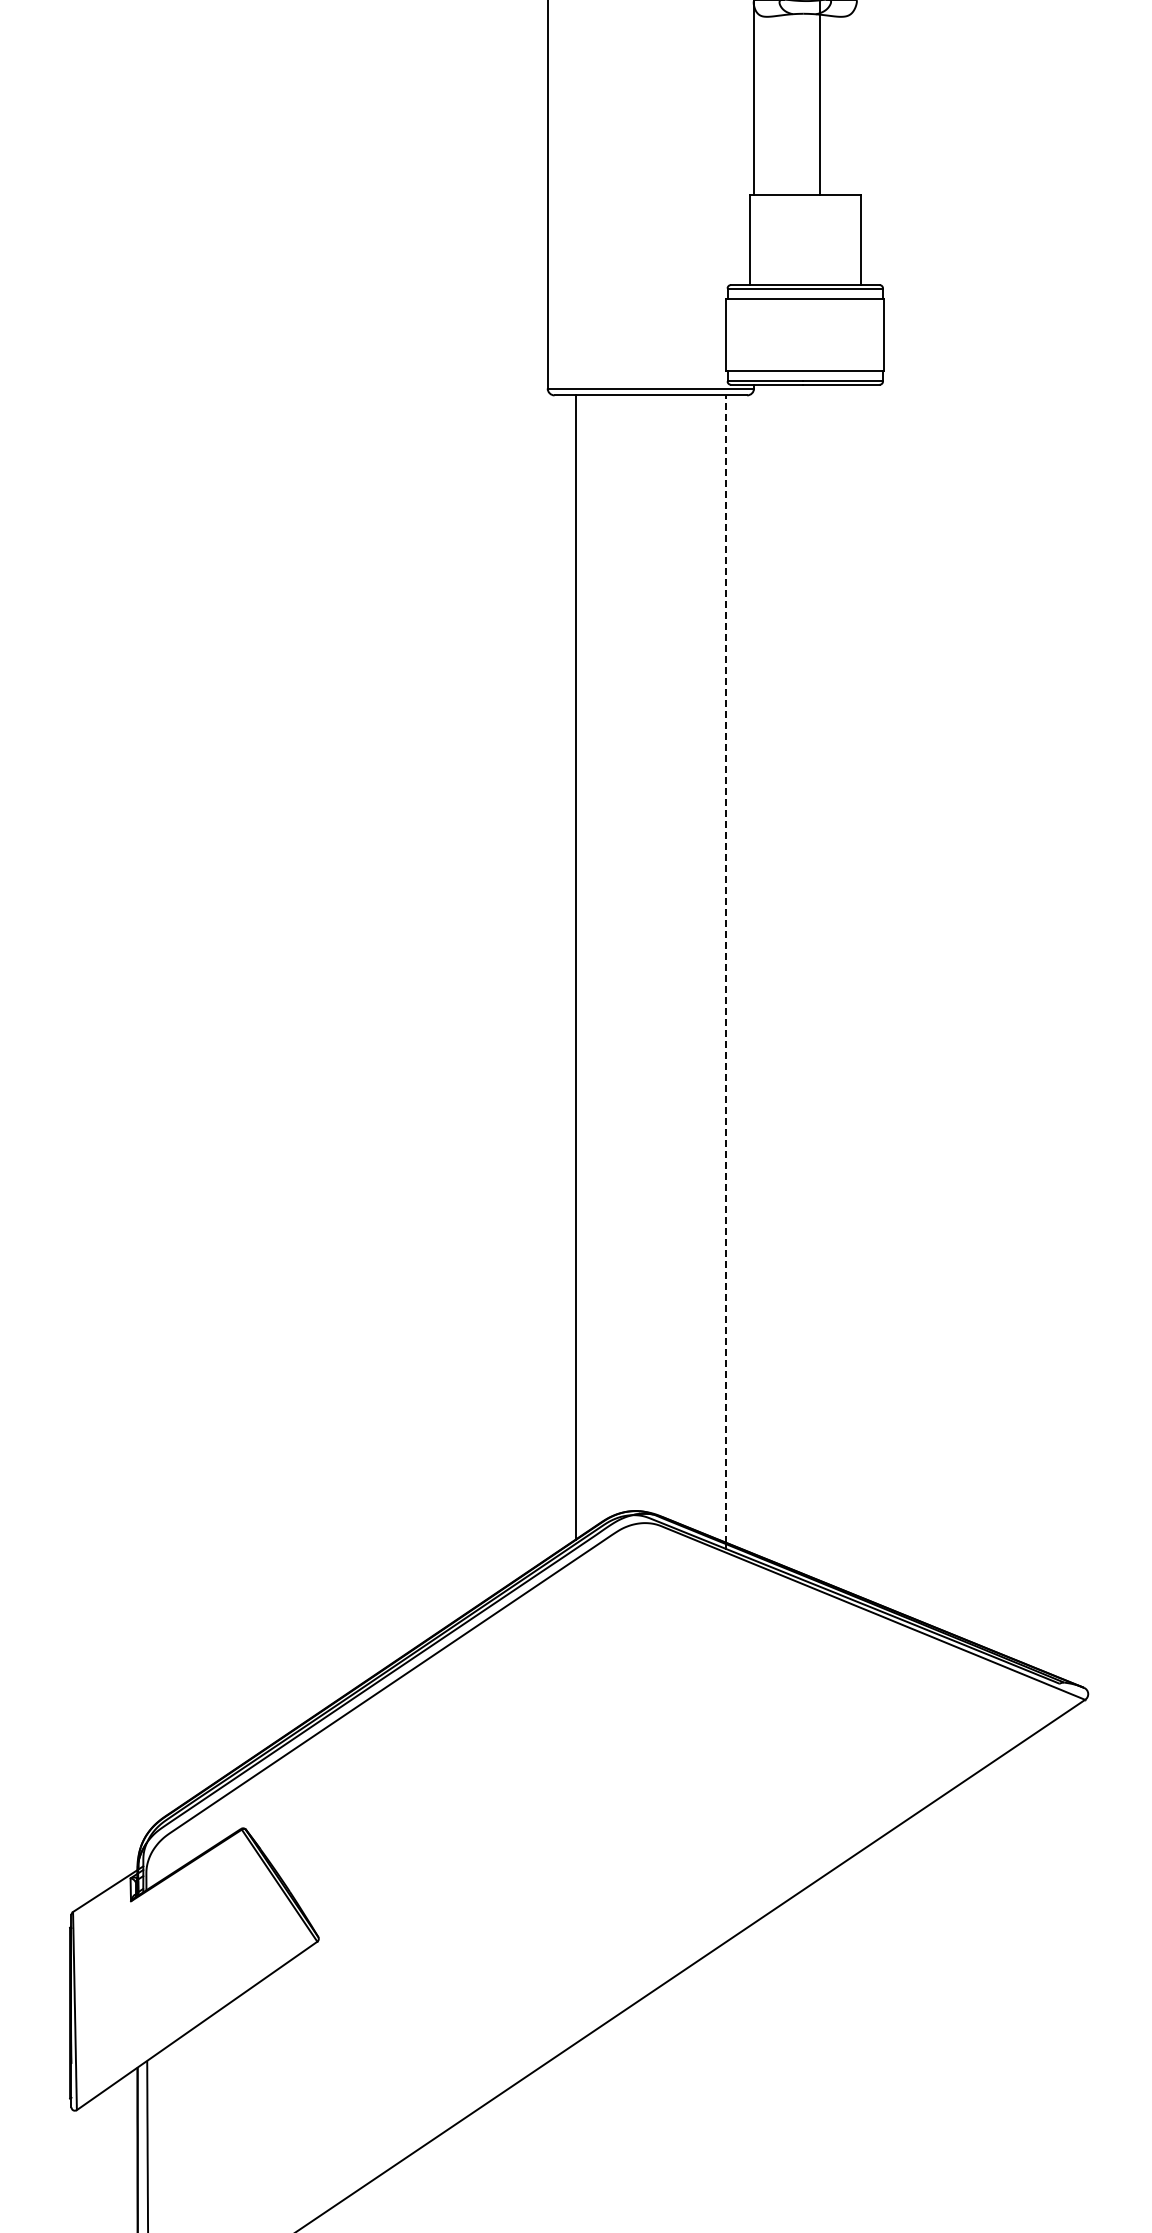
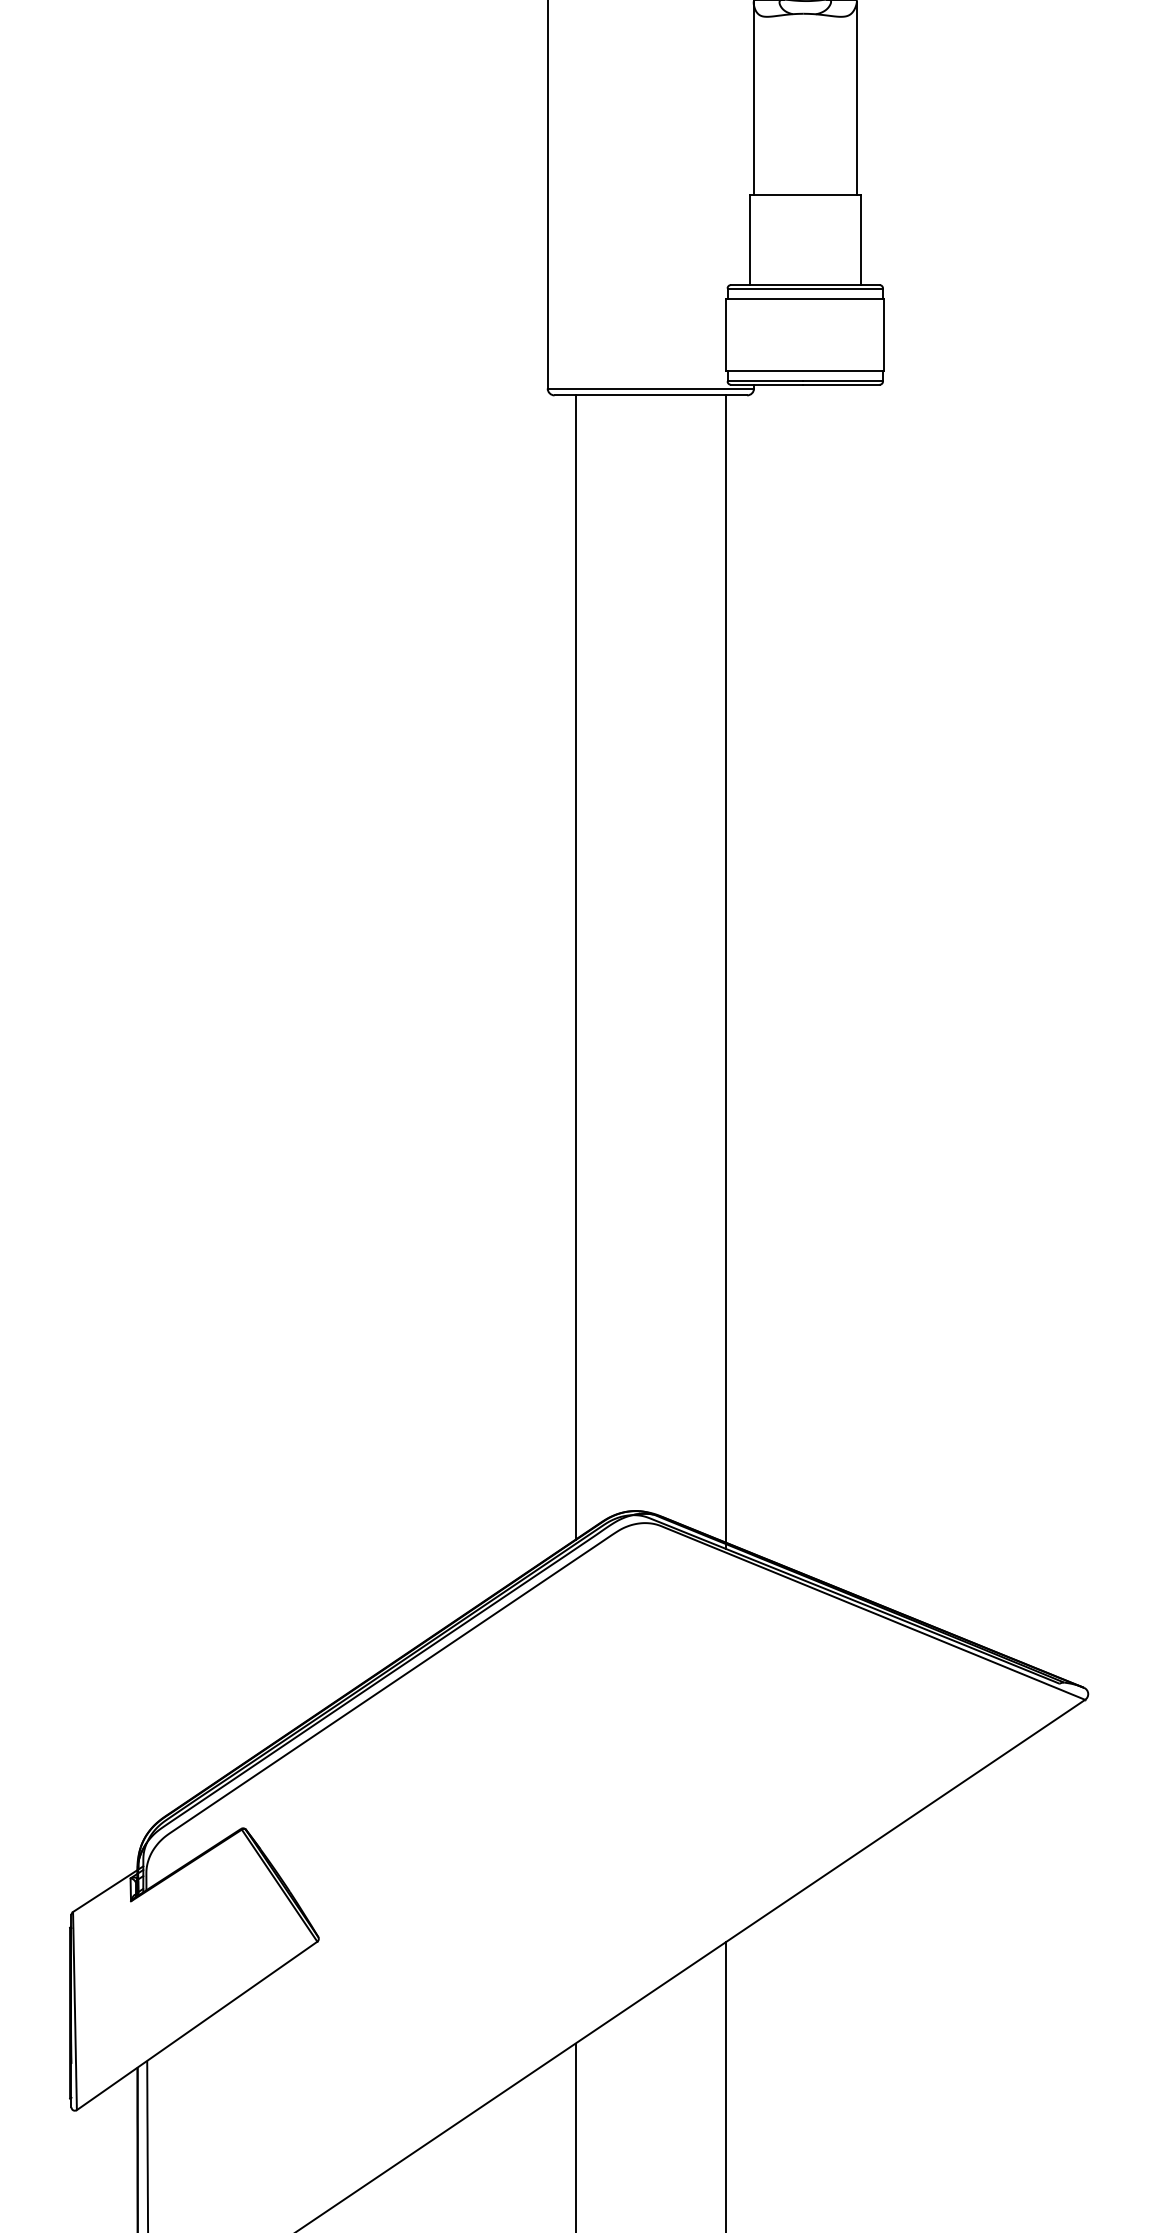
line at (819, 98) position: (819, 98) -> (856, 98)
line at (726, 969): dashed -> solid
line at (726, 2085): none -> present
line at (575, 2136): none -> present
